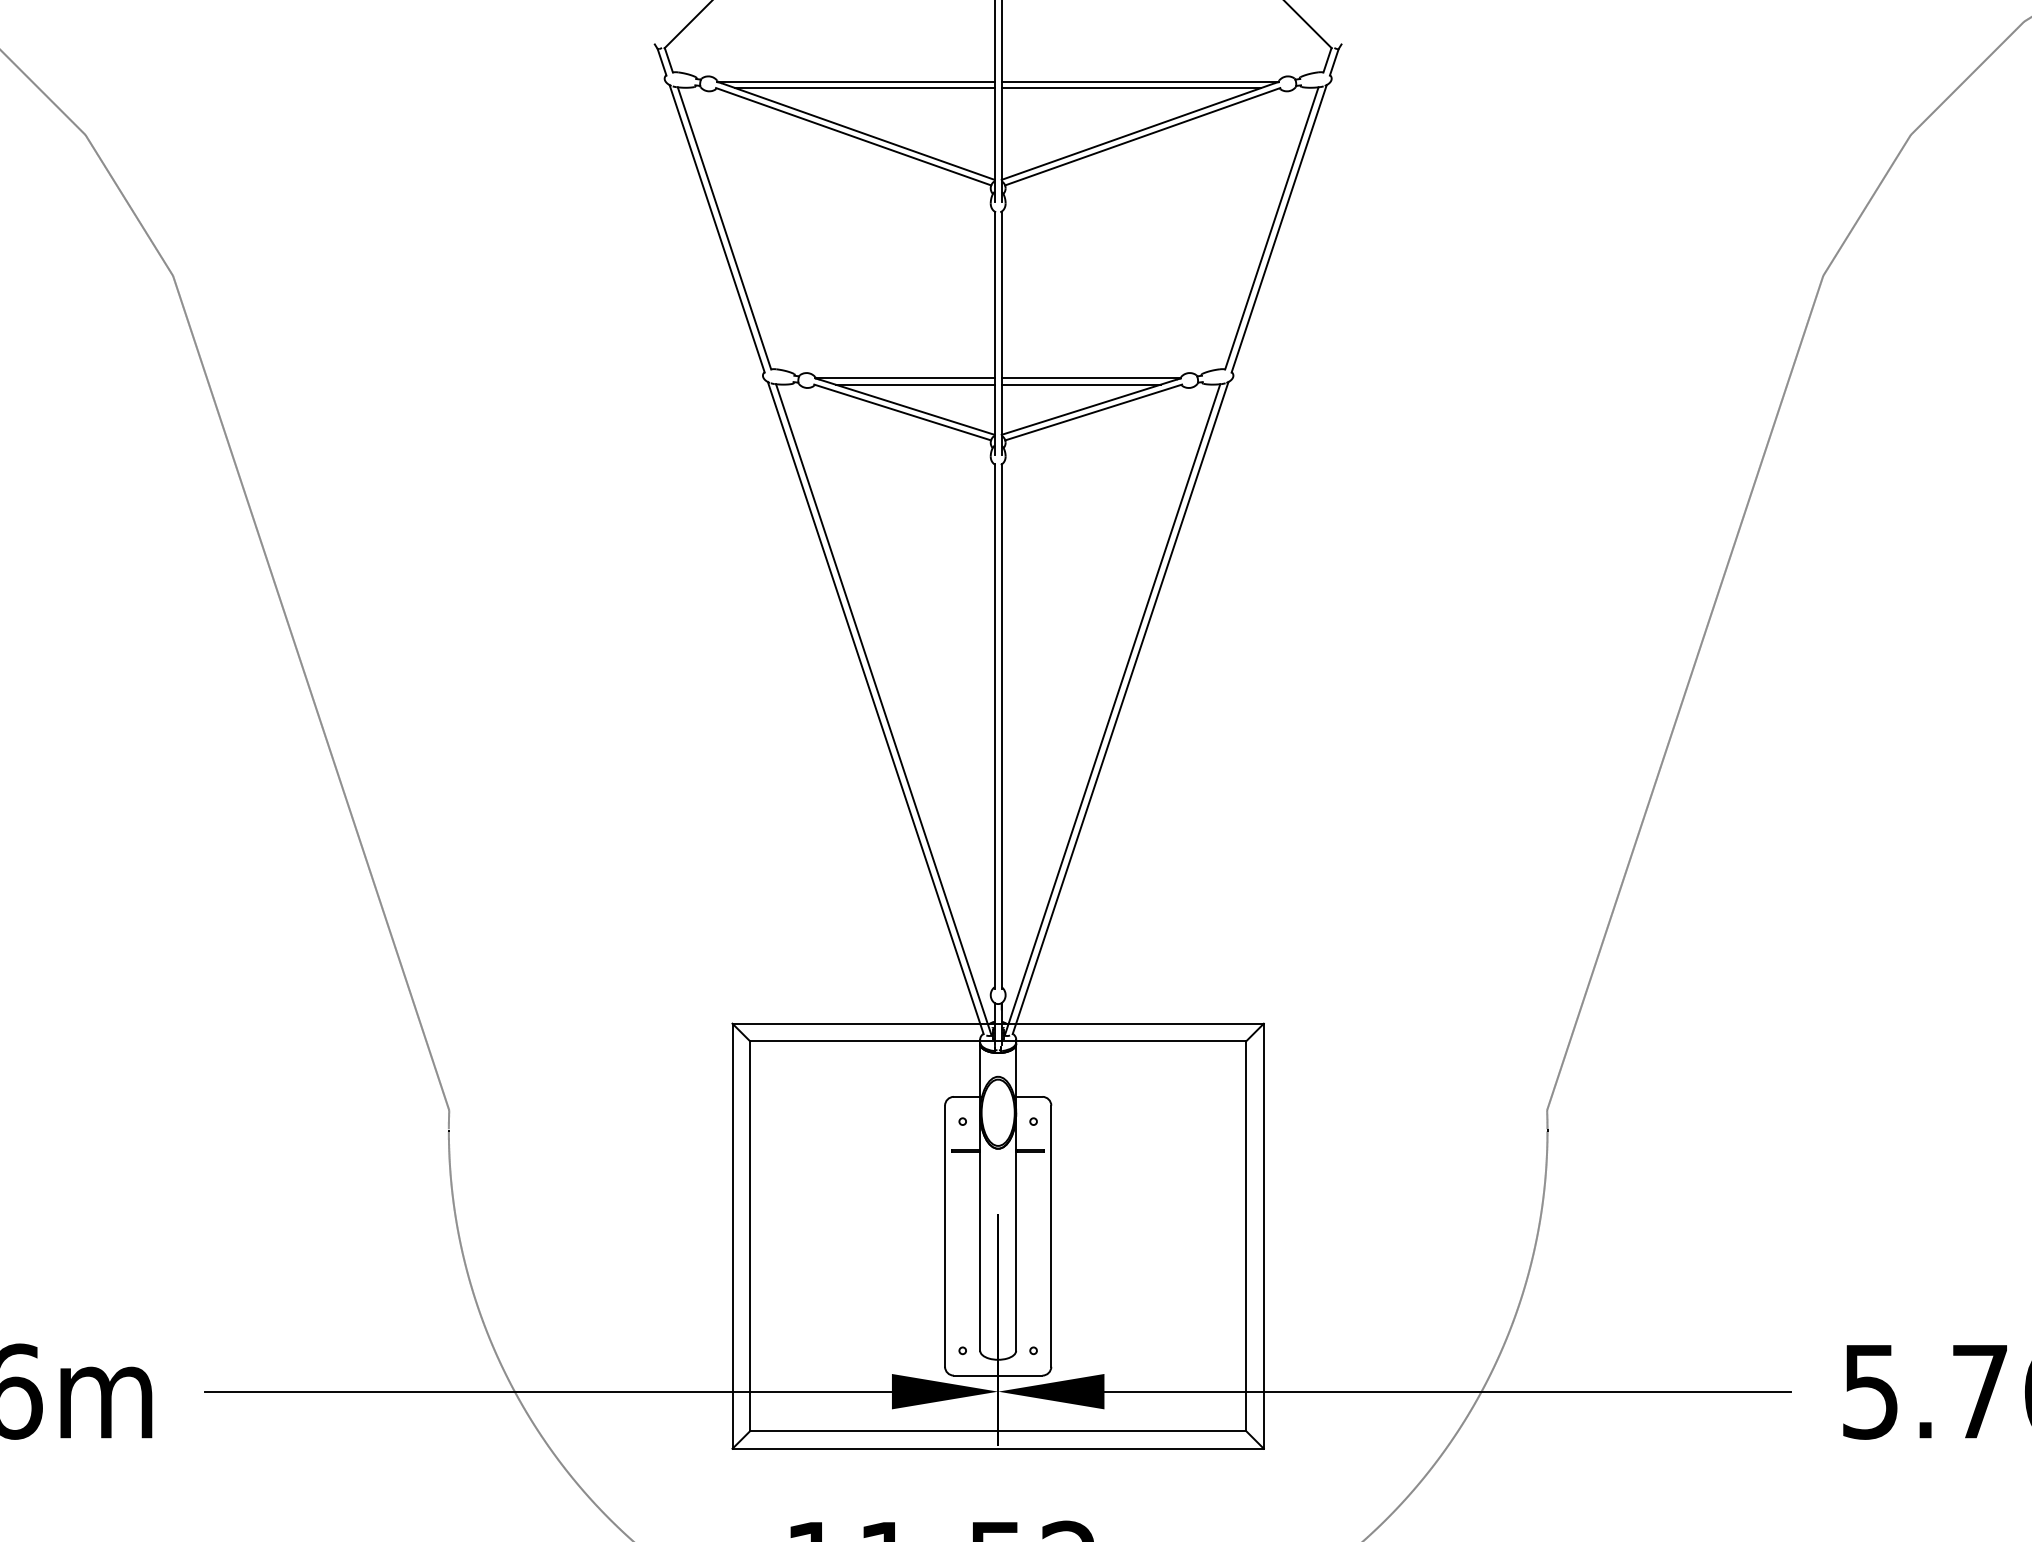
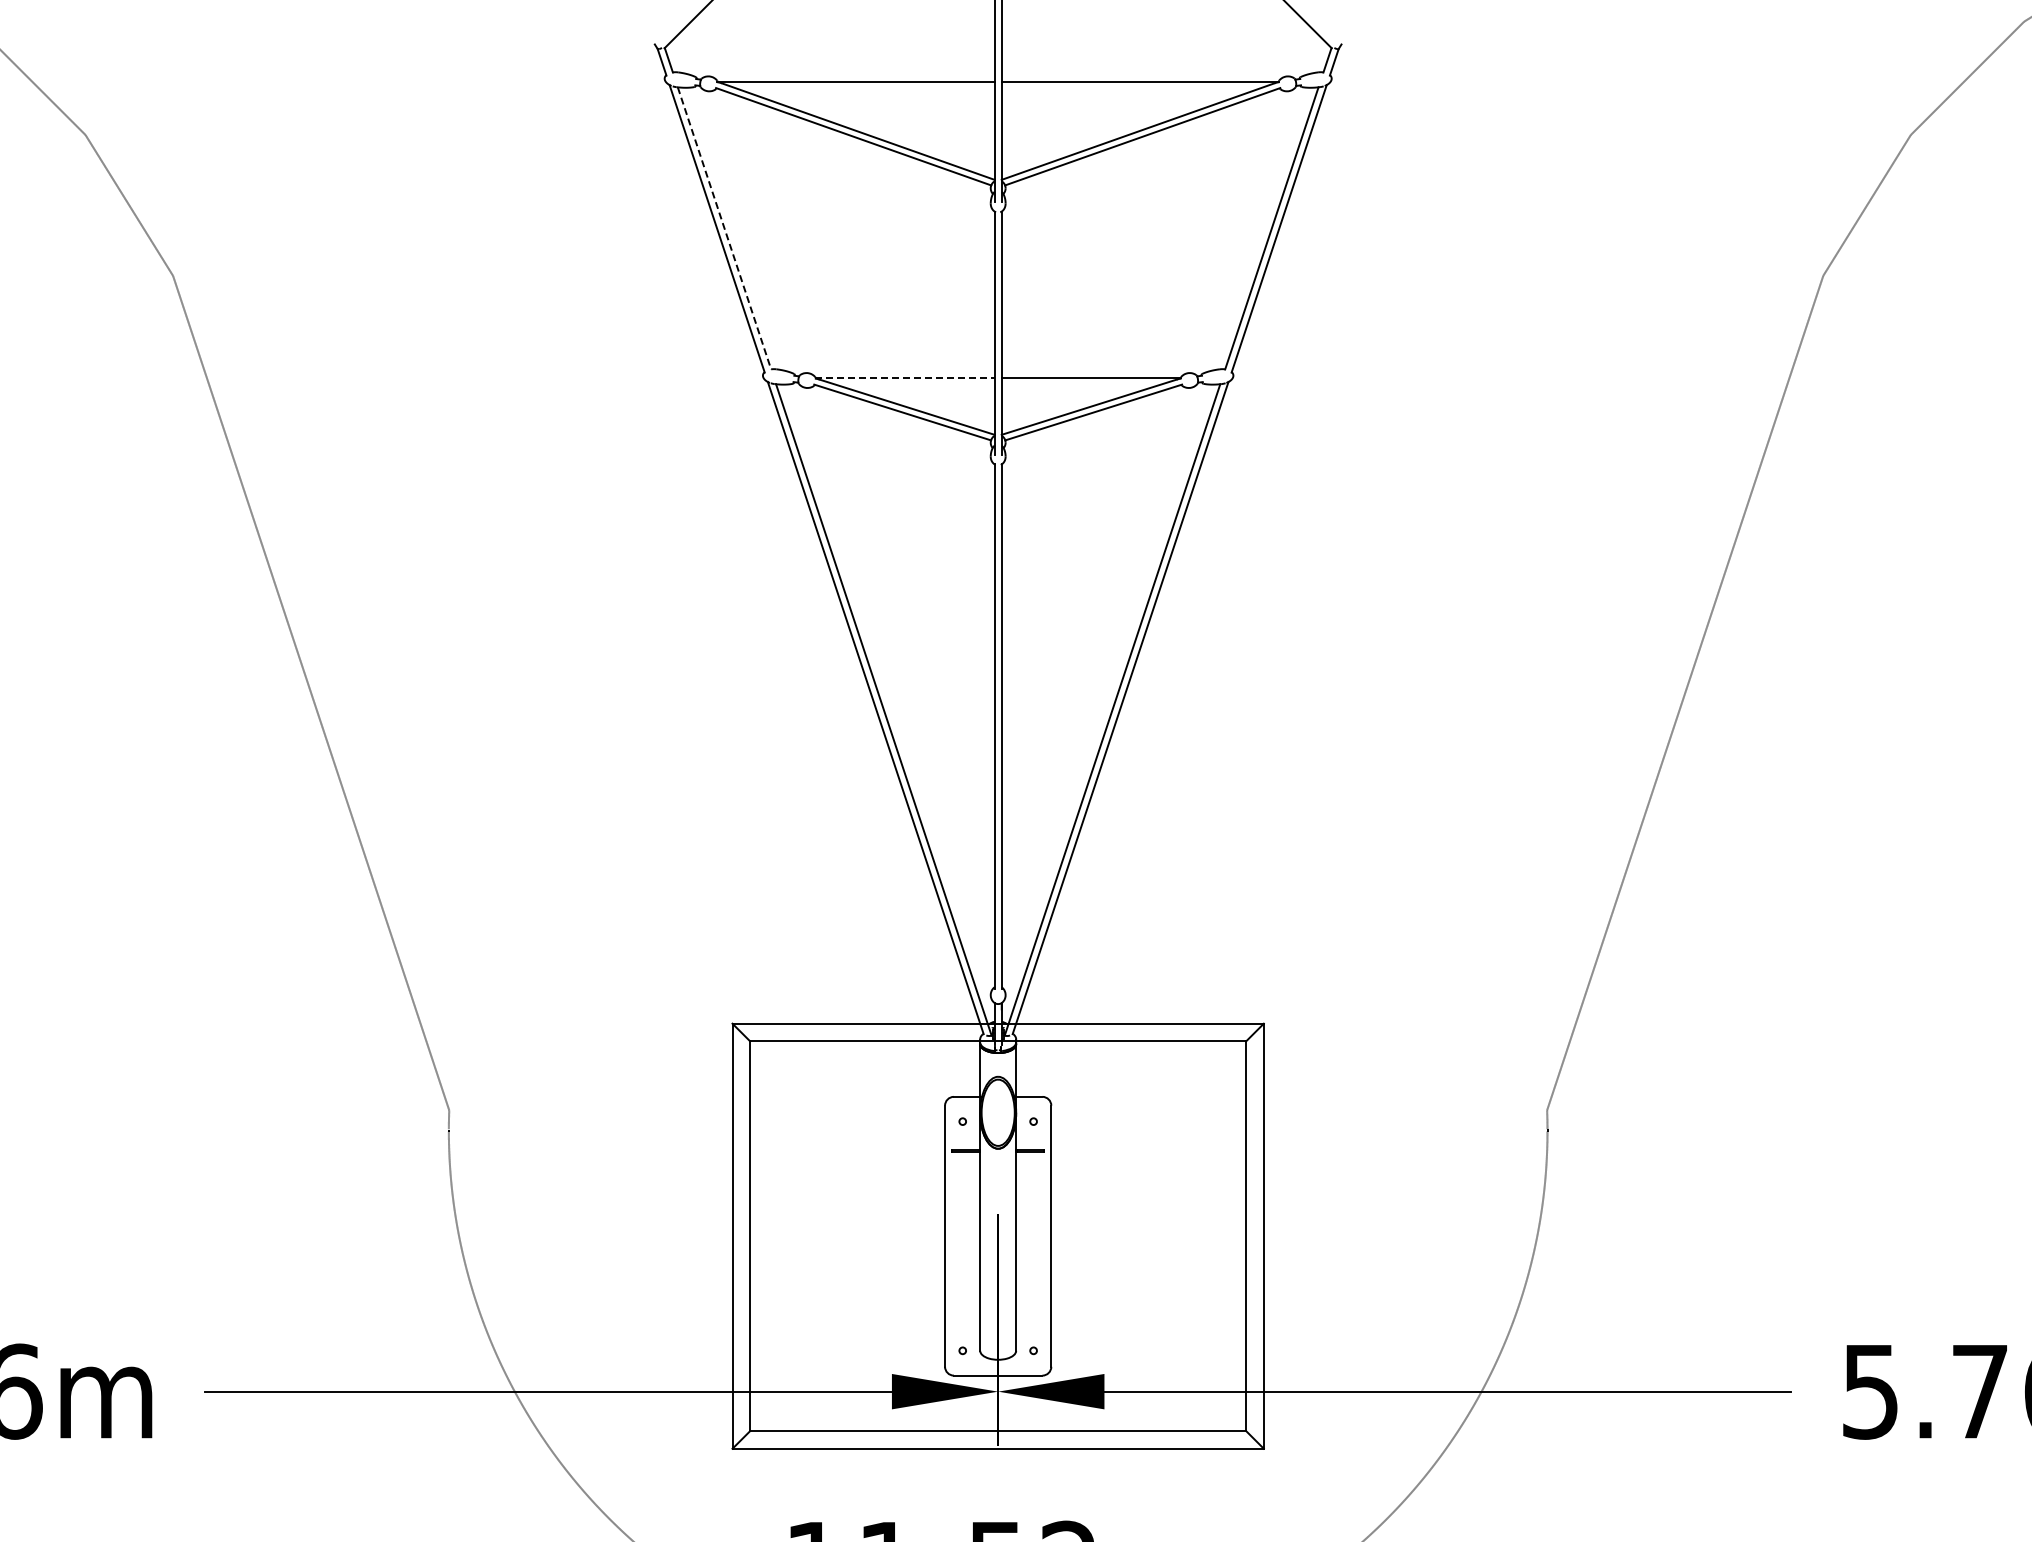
line at (864, 88): present -> none
line at (1131, 88): present -> none
line at (724, 228): solid -> dashed
line at (904, 378): solid -> dashed
line at (914, 384): present -> none
line at (1080, 384): present -> none
